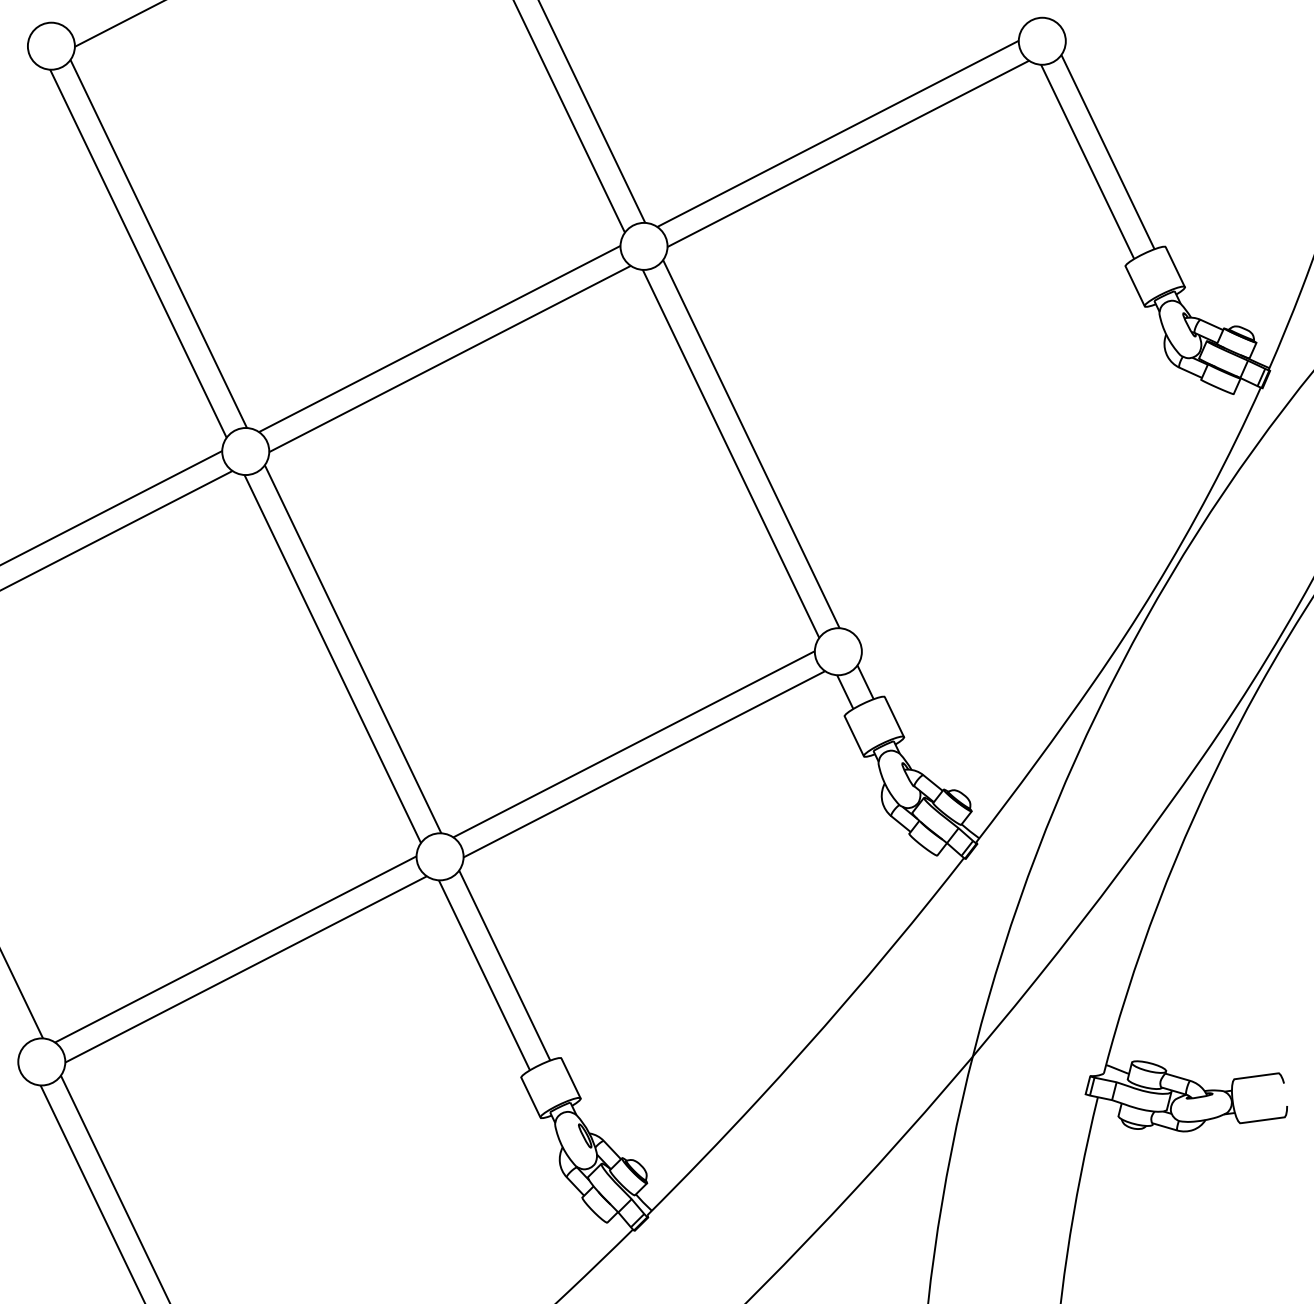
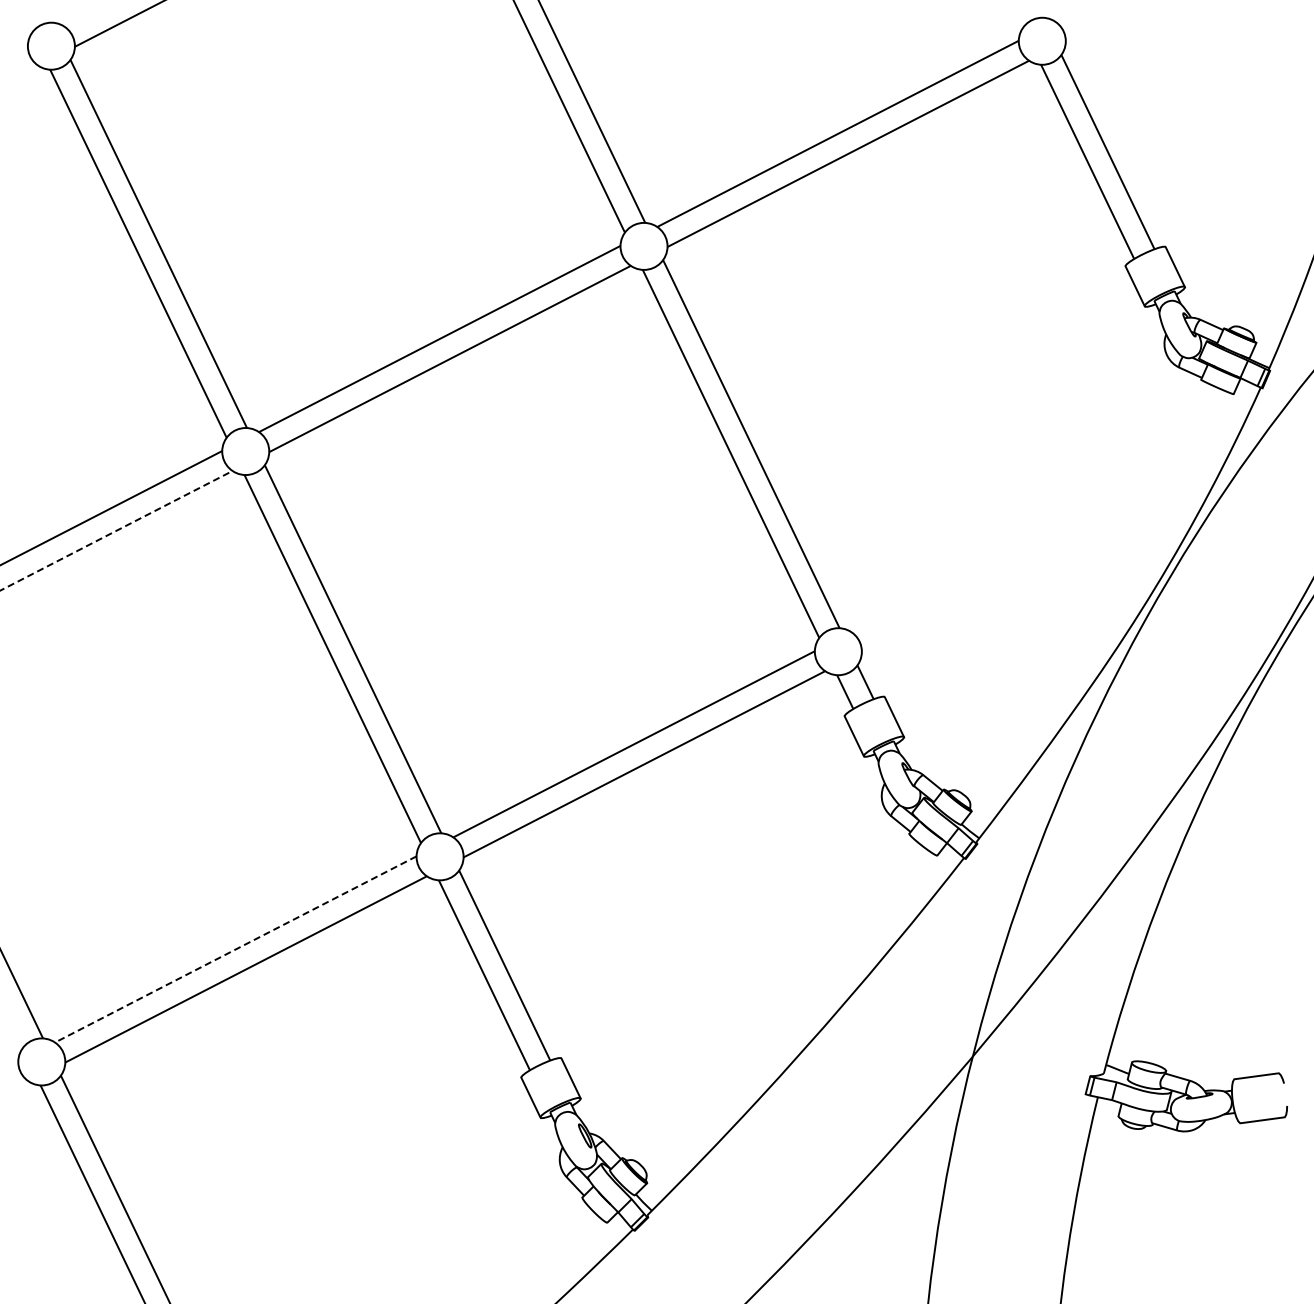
line at (117, 530): solid -> dashed
line at (235, 949): solid -> dashed
